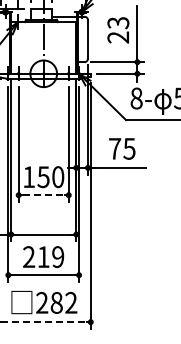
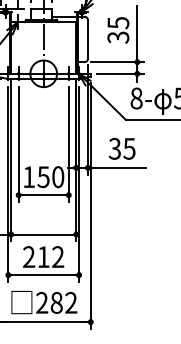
text at (118, 30): 23 -> 35
text at (114, 148): 75 -> 35
line at (44, 195): dashed -> solid
text at (58, 257): 219 -> 212
line at (44, 322): dashed -> solid
